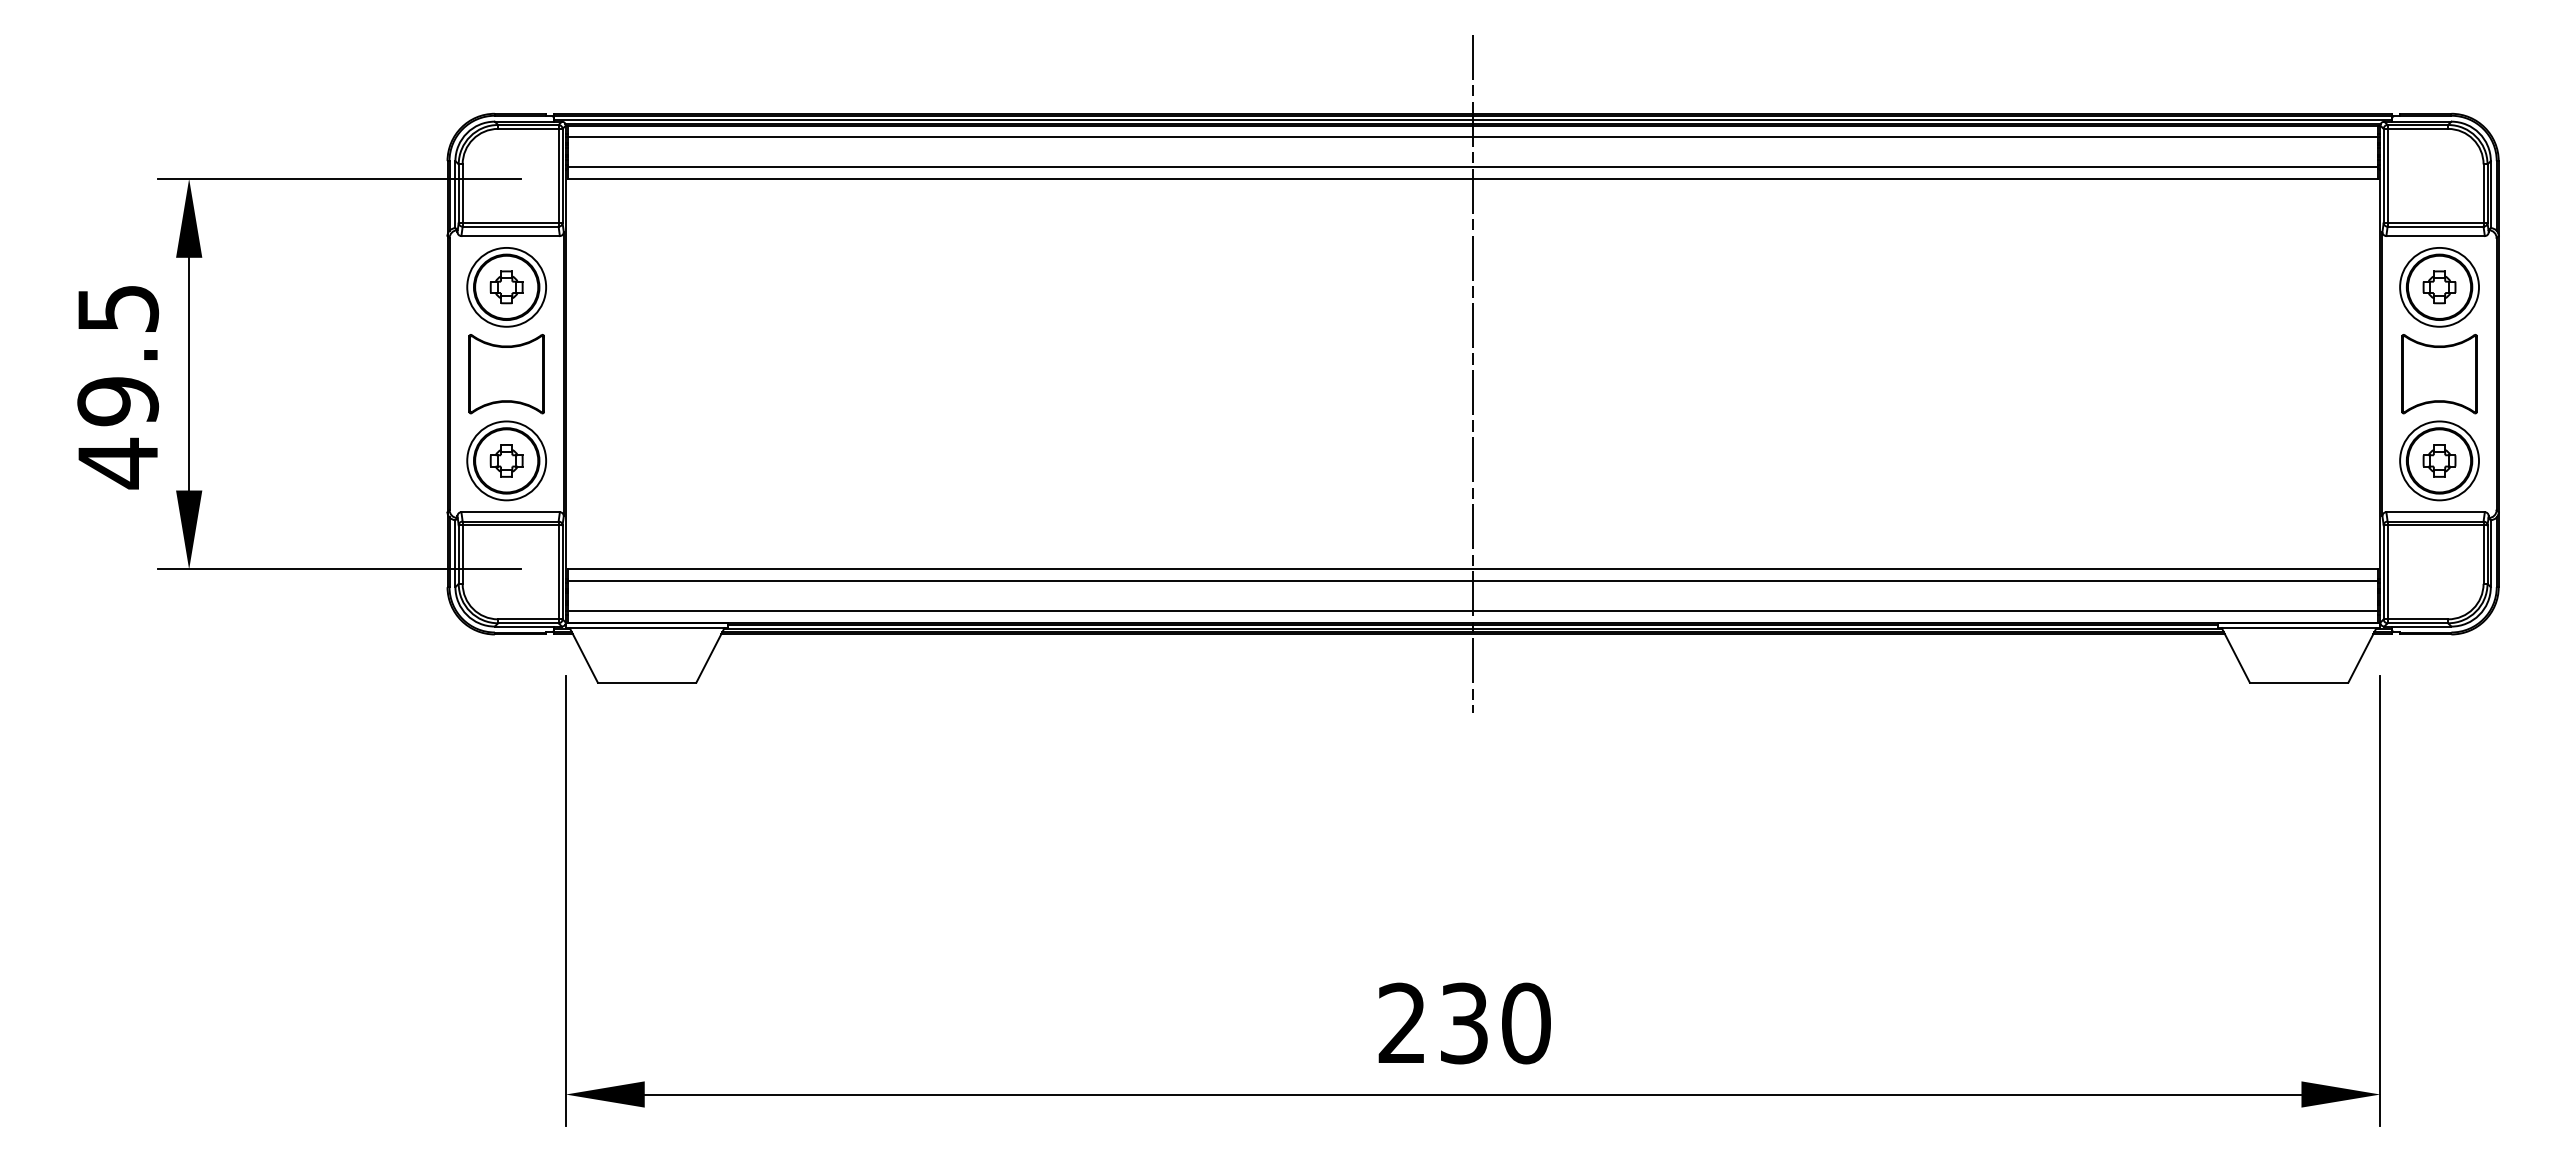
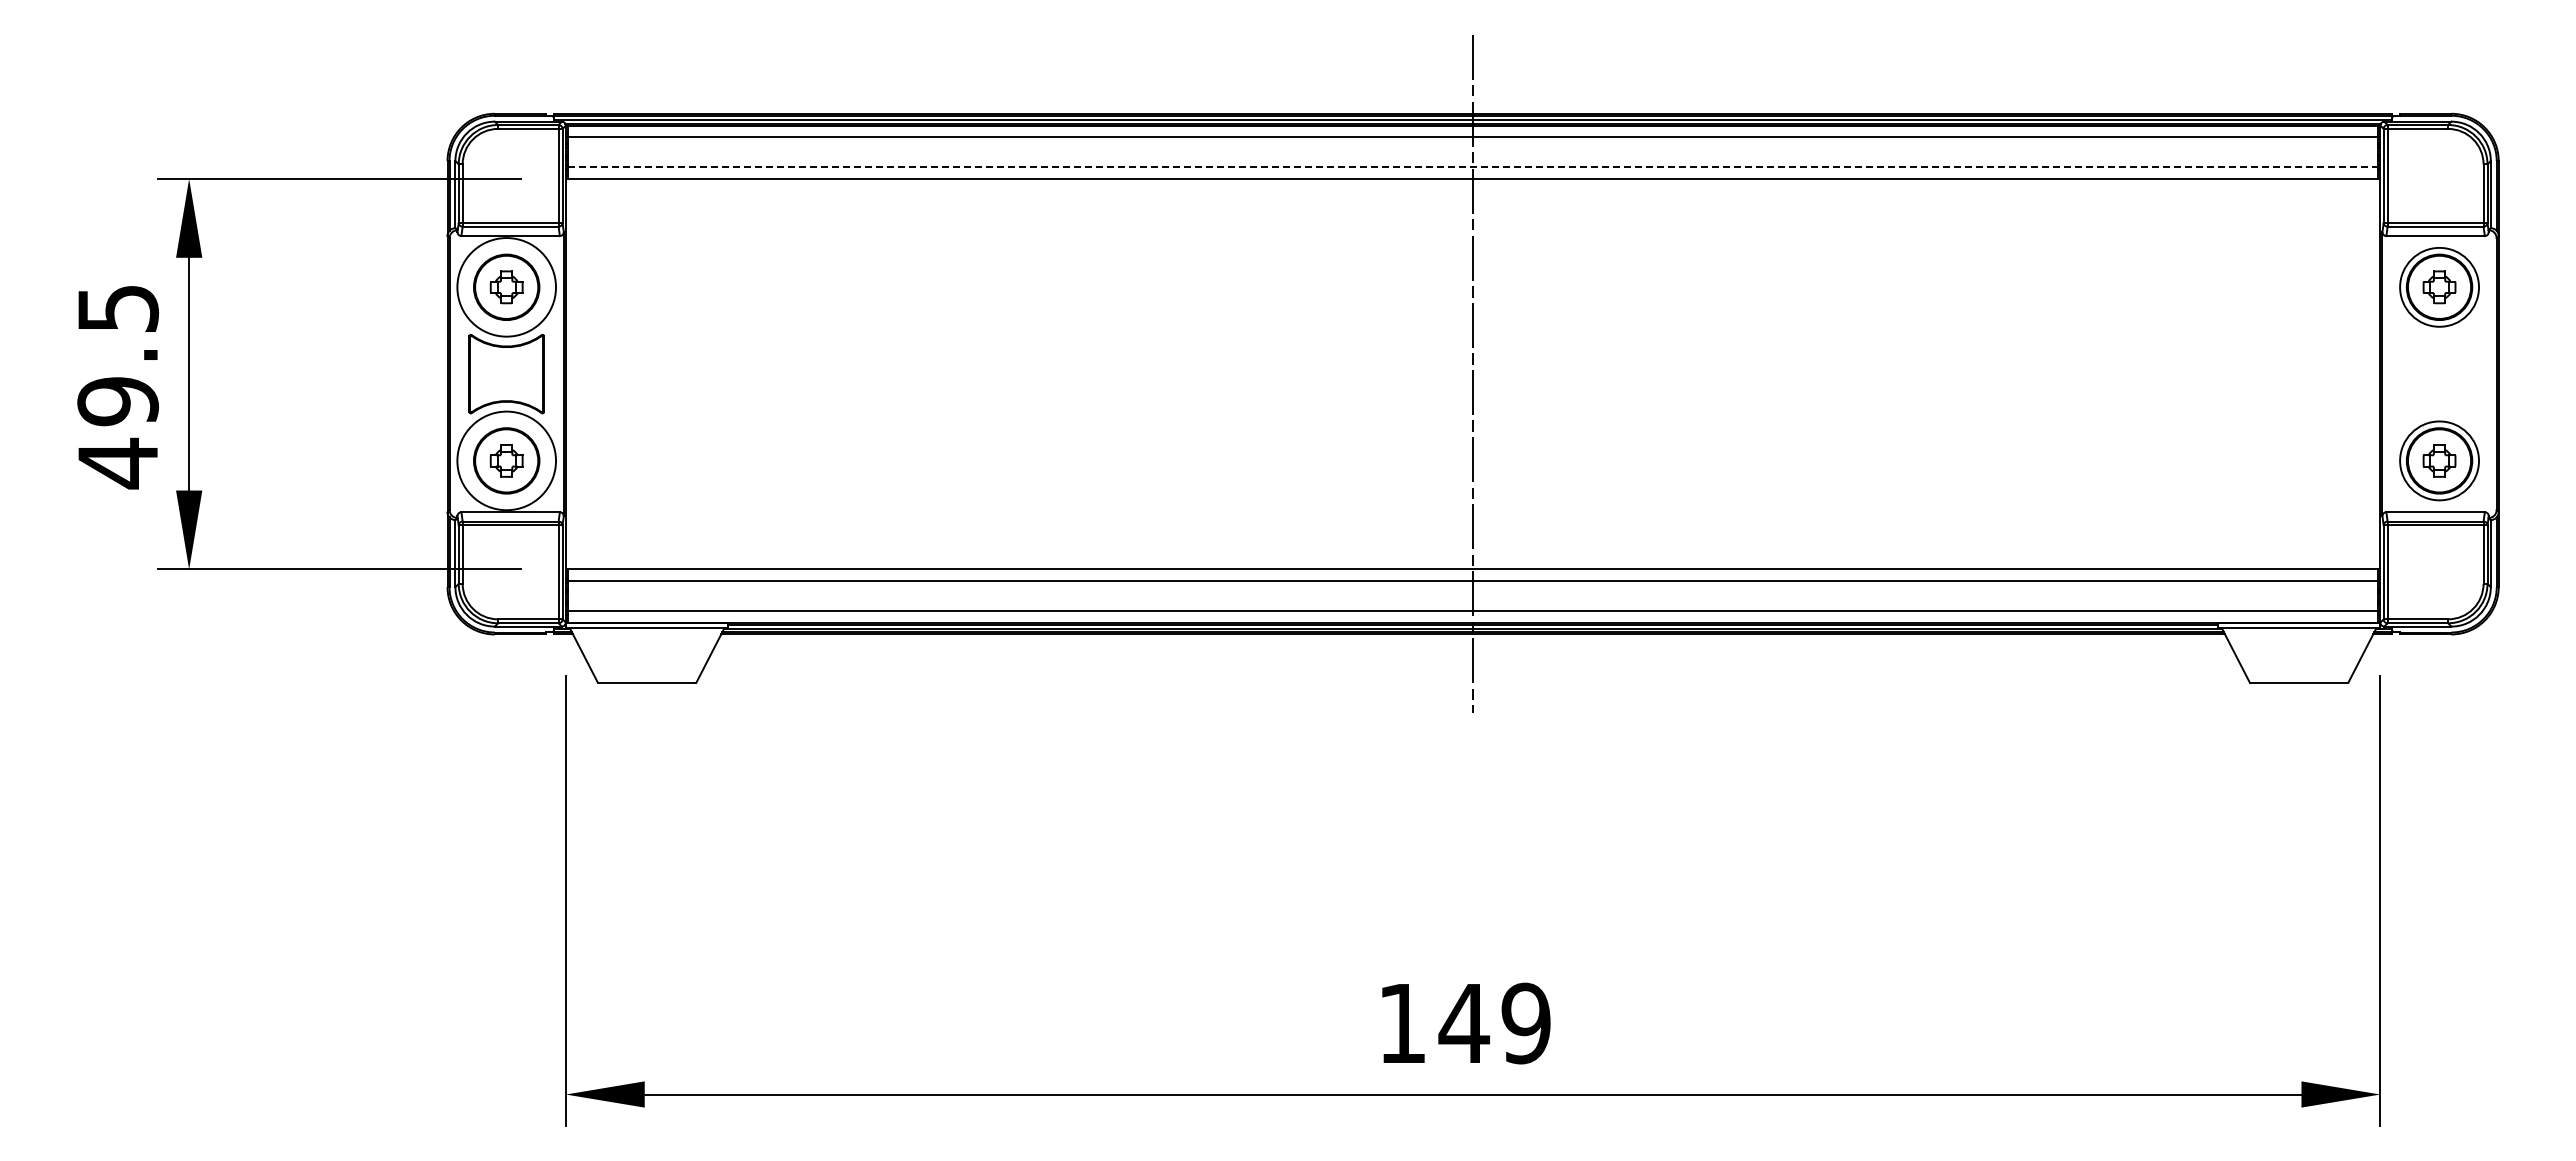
line at (1473, 167): solid -> dashed
circle at (506, 286) diameter: 79 px -> 99 px
part at (2439, 374): present -> none
circle at (506, 460) diameter: 79 px -> 99 px
text at (1464, 1023): 230 -> 149
